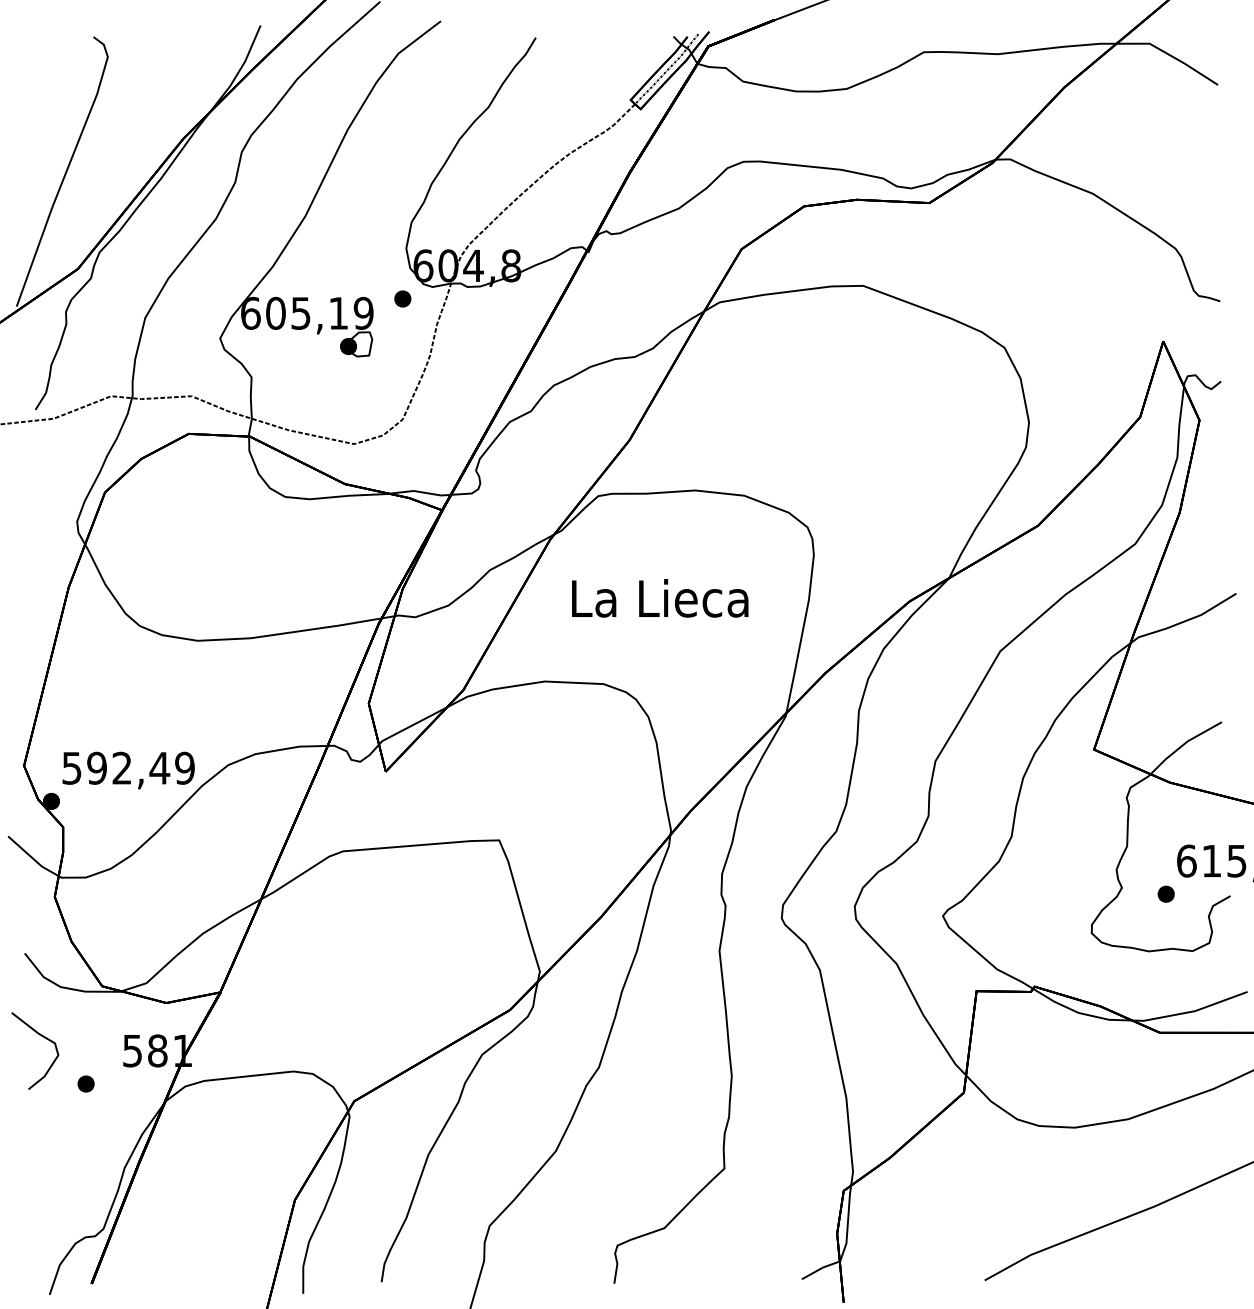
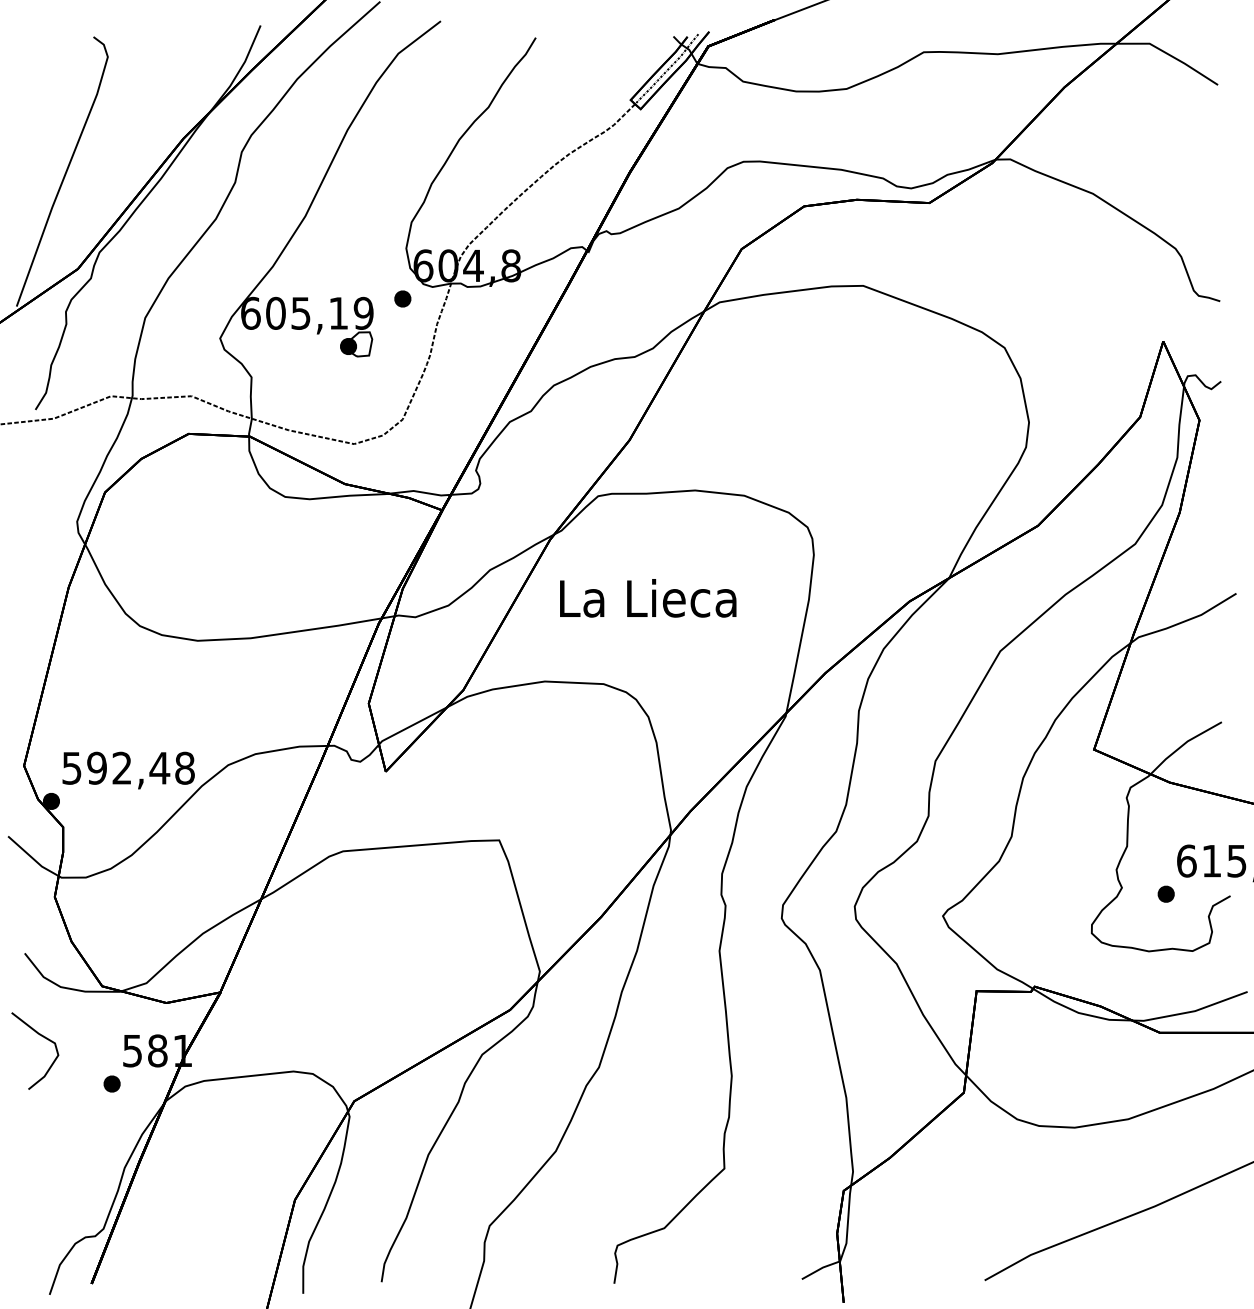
text at (660, 598) position: (660, 598) -> (648, 598)
text at (184, 767): 592,49 -> 592,48
part at (85, 1083) position: (85, 1083) -> (111, 1083)
